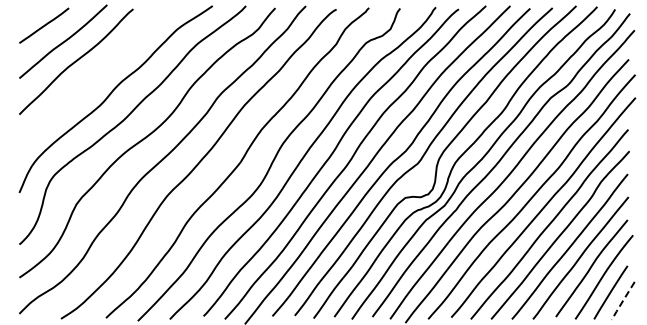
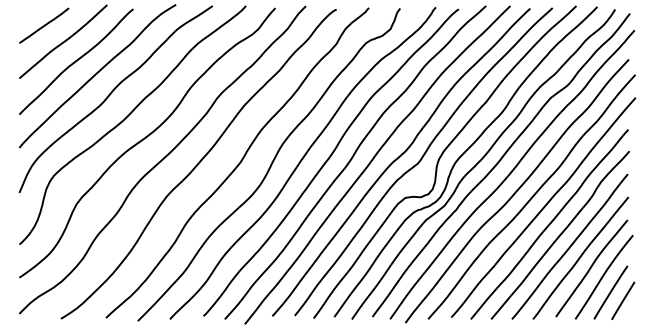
curve at (97, 74): none -> present
line at (623, 300): dashed -> solid
